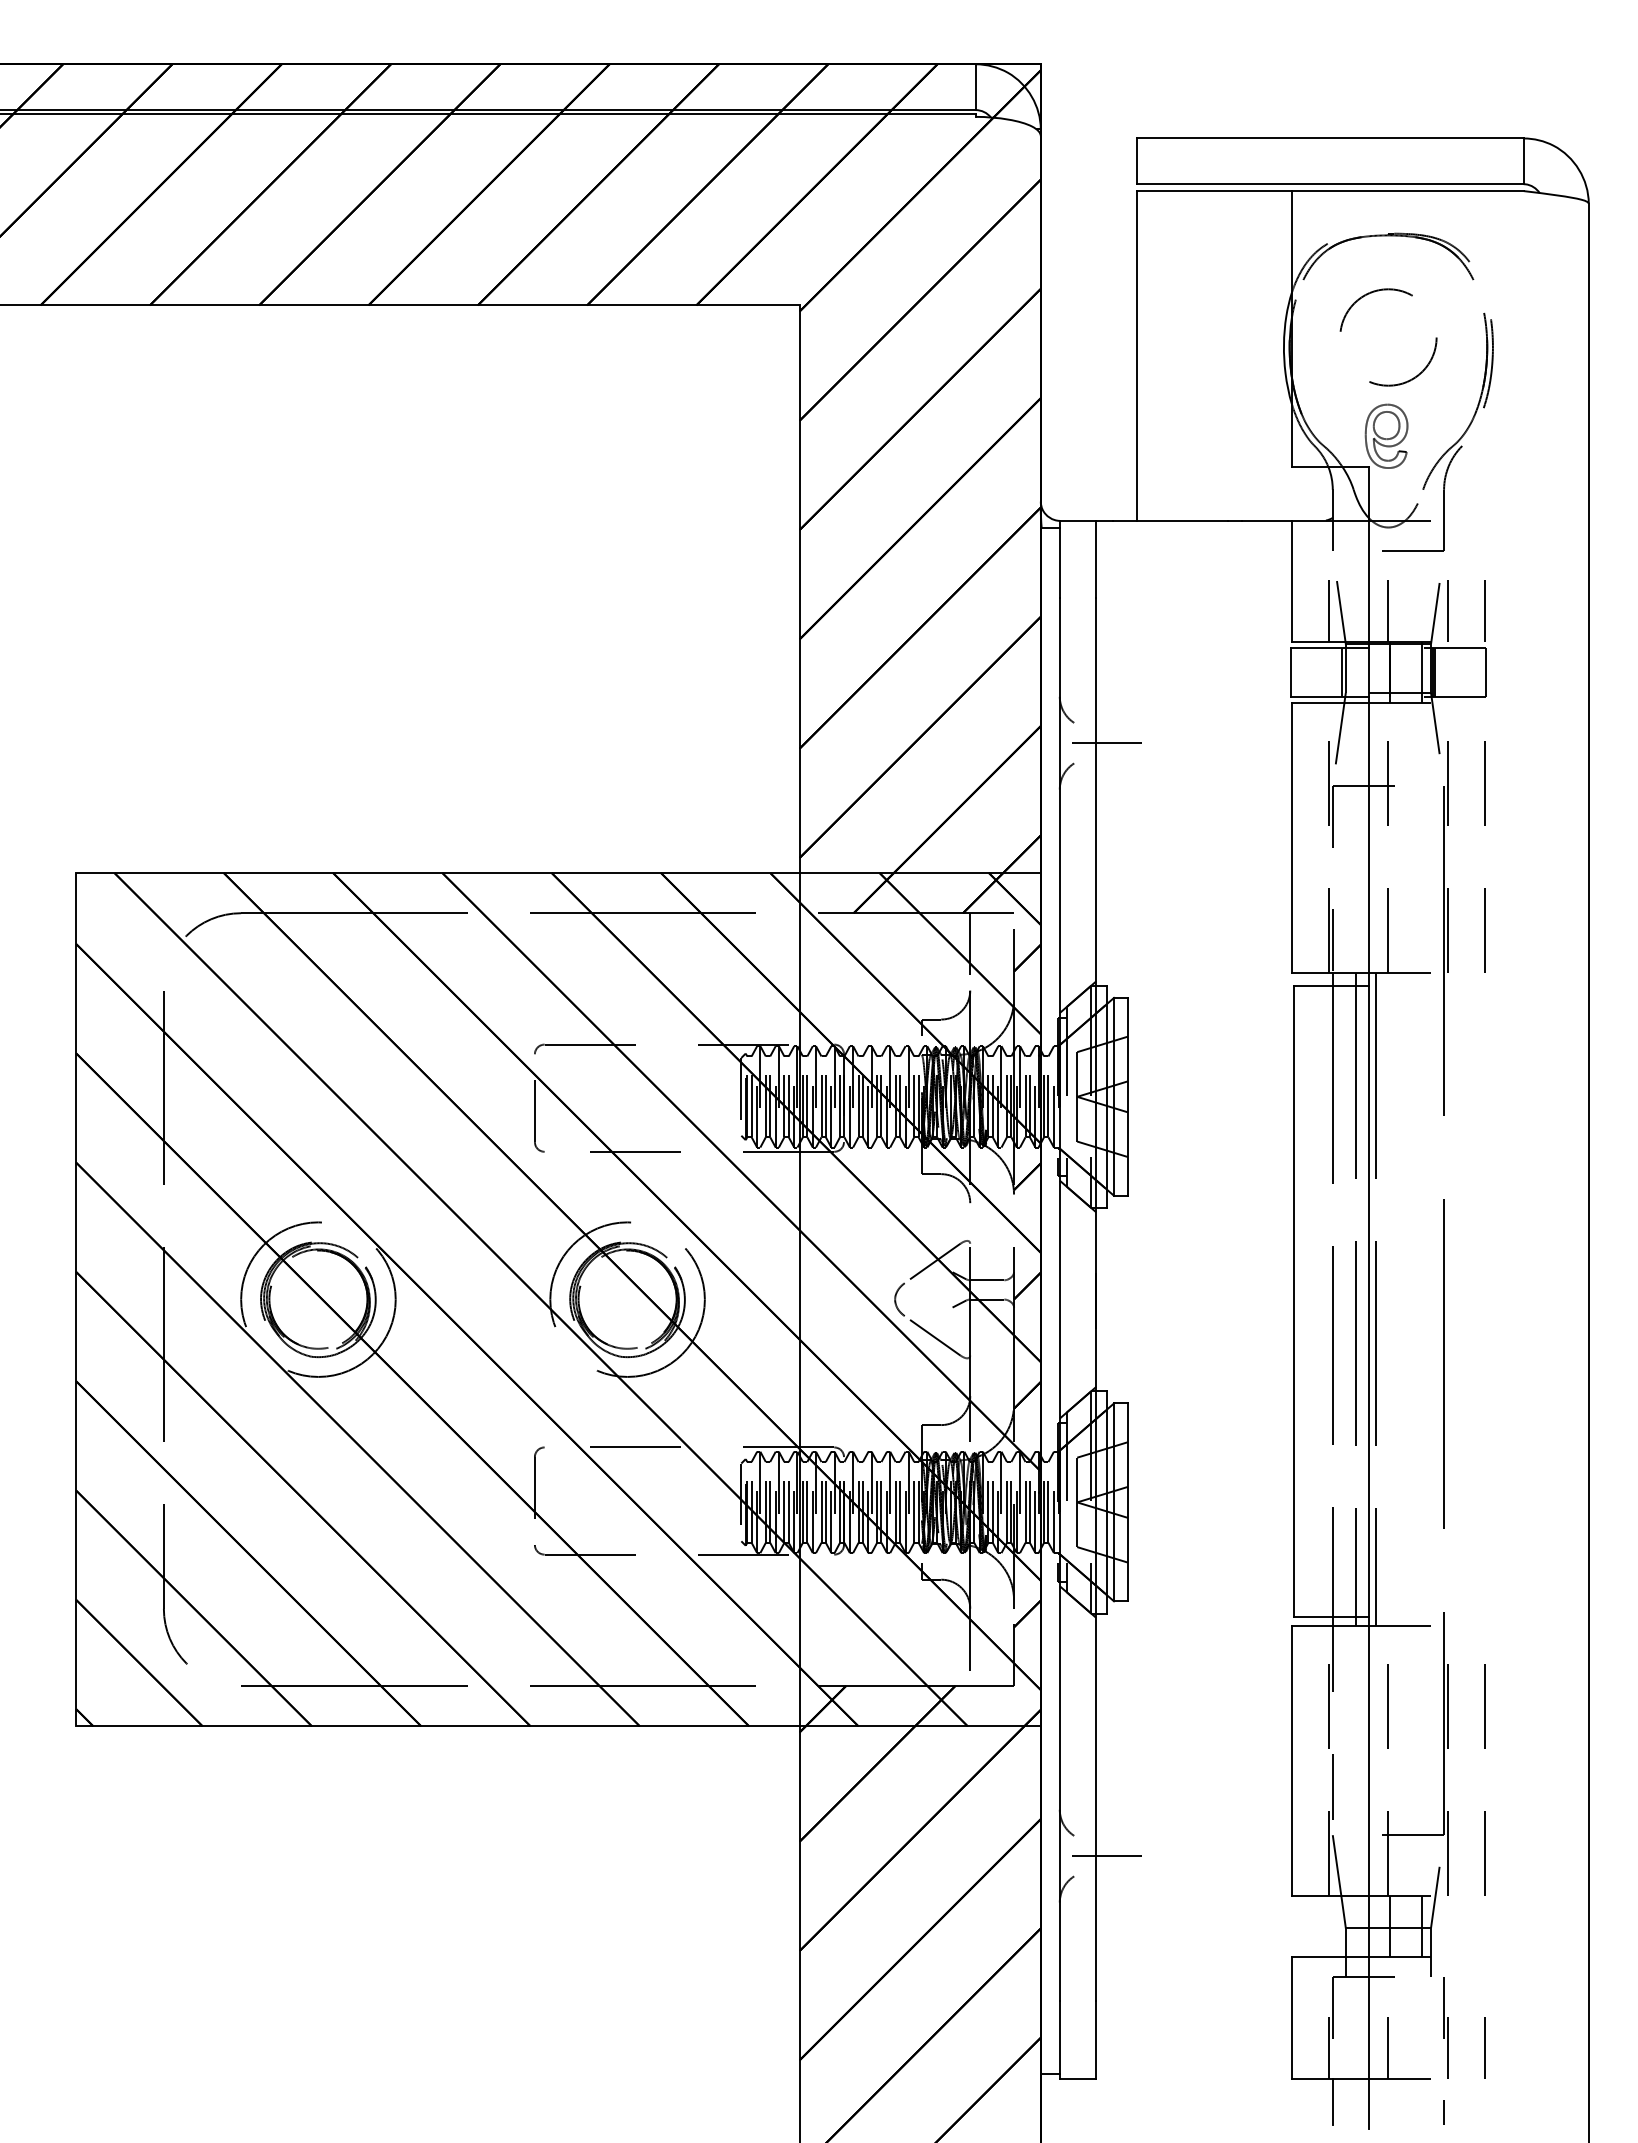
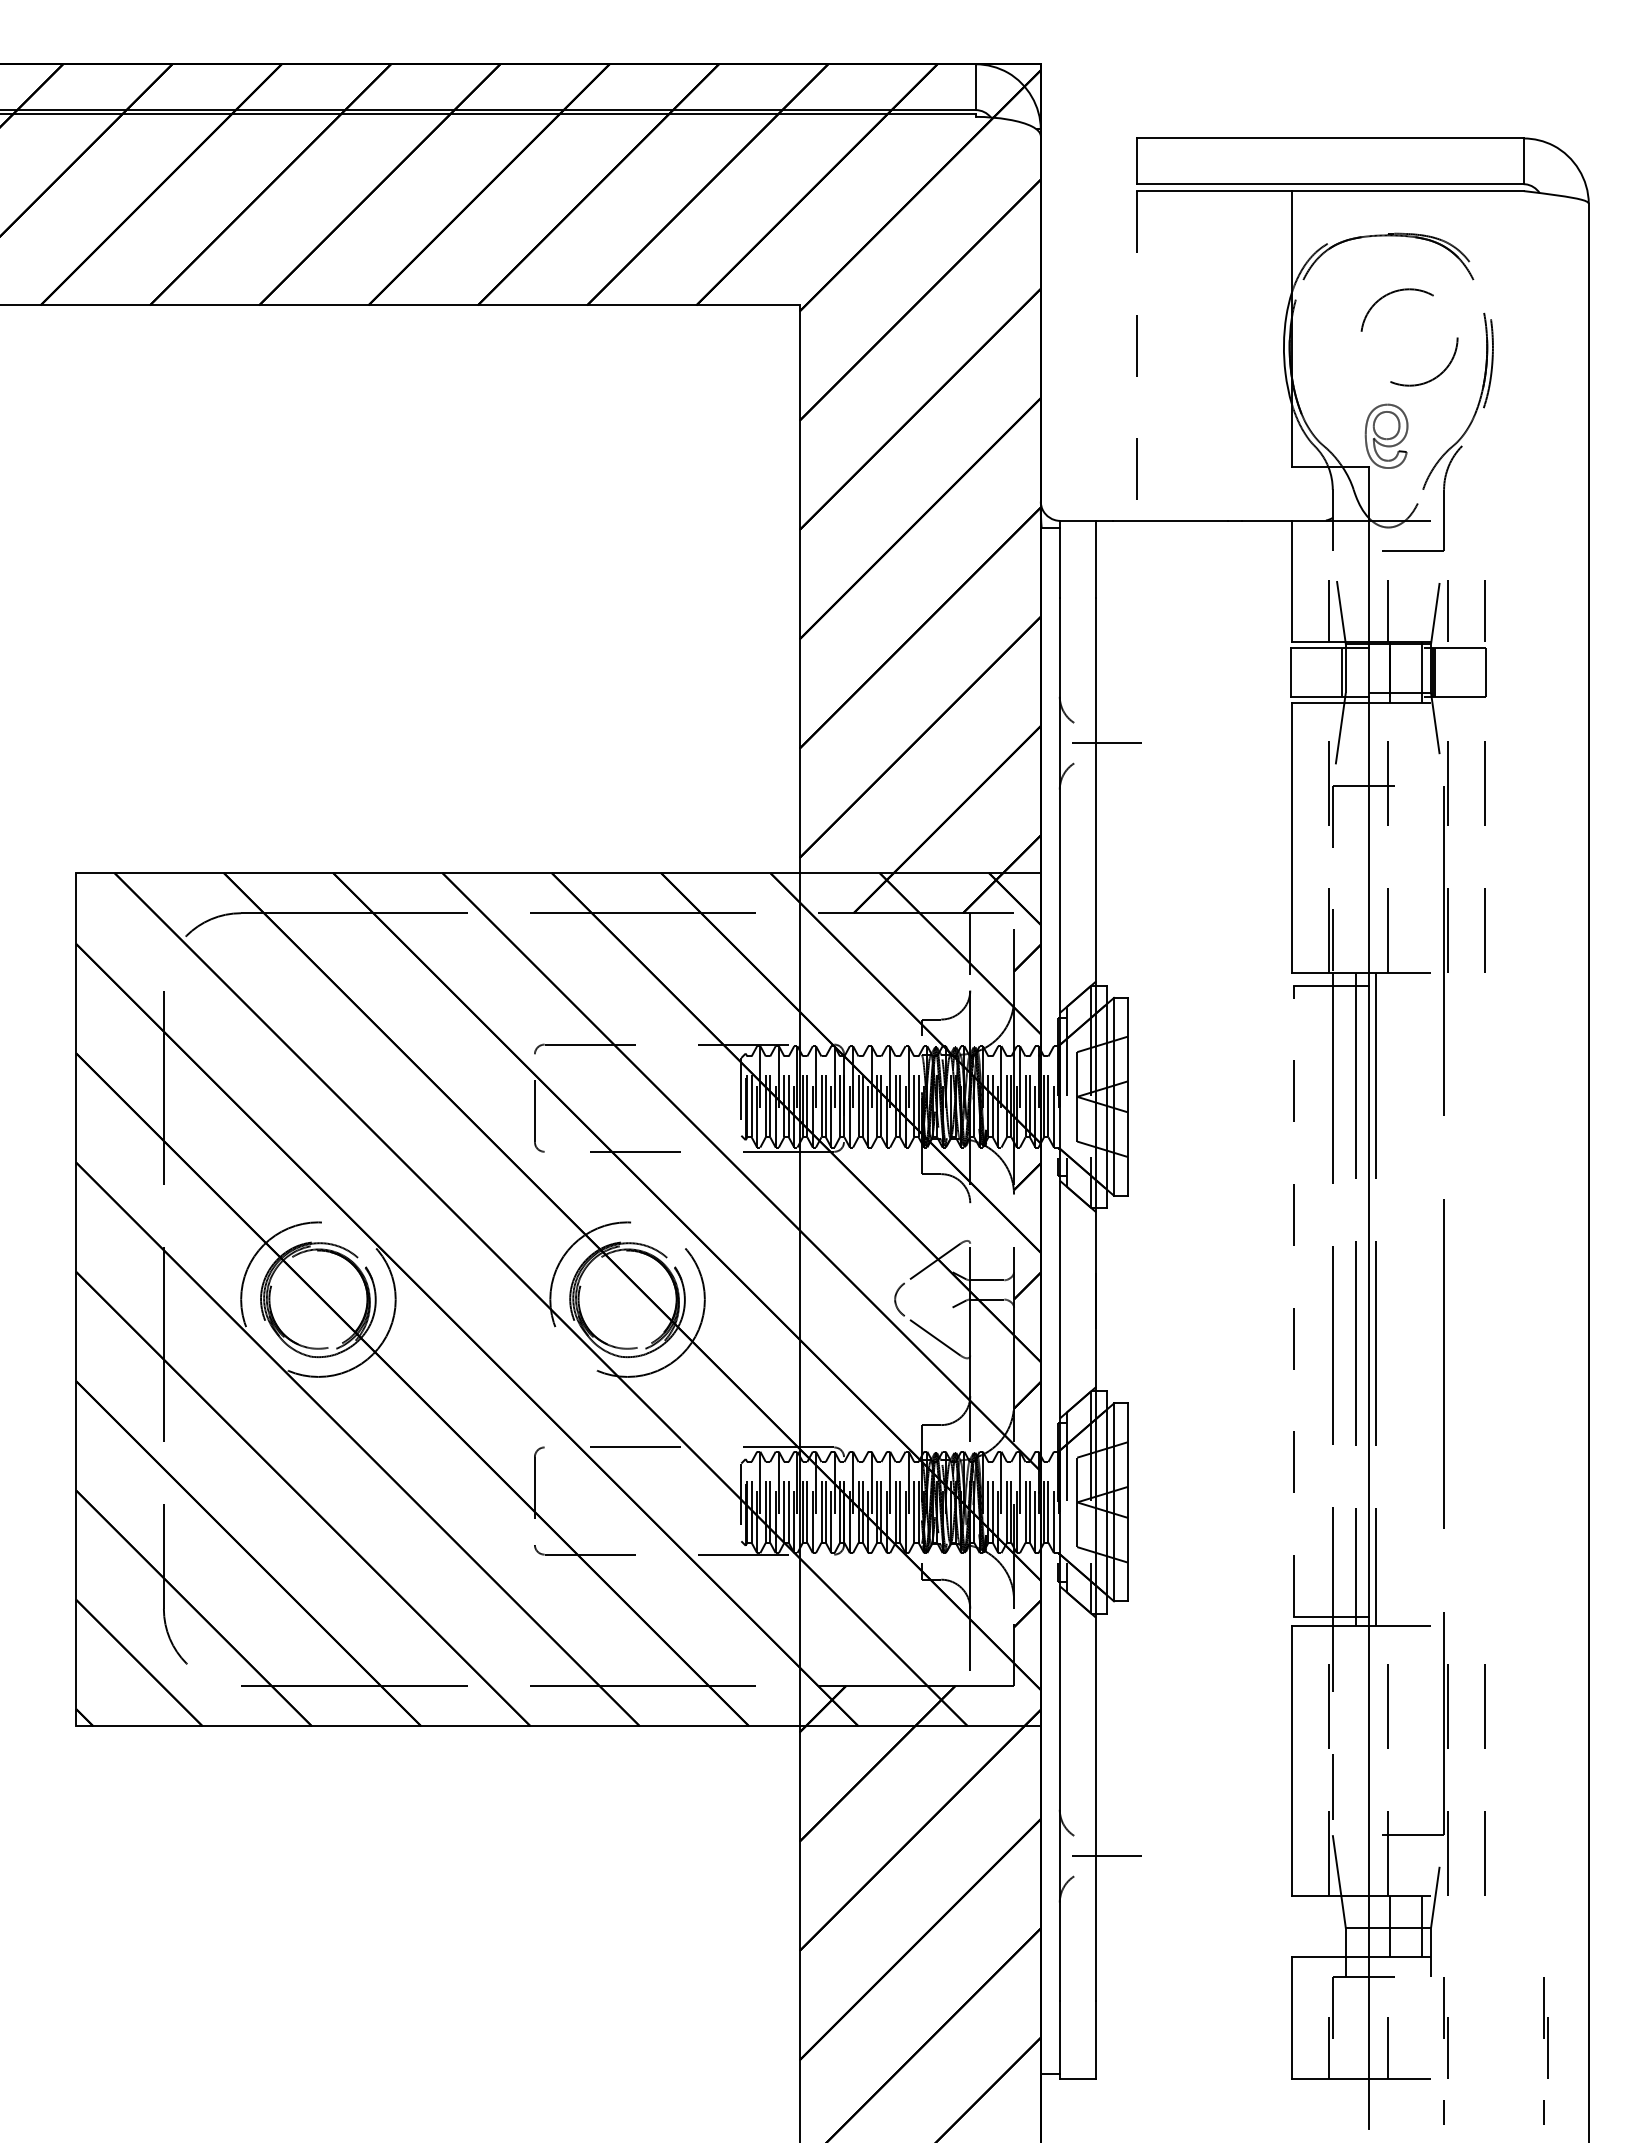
circle at (1388, 337) position: (1388, 337) -> (1409, 337)
line at (1137, 355): solid -> dashed
line at (1294, 1301): solid -> dashed
line at (1484, 2047): present -> none
part at (1545, 2050): none -> present
line at (1332, 2101): present -> none
